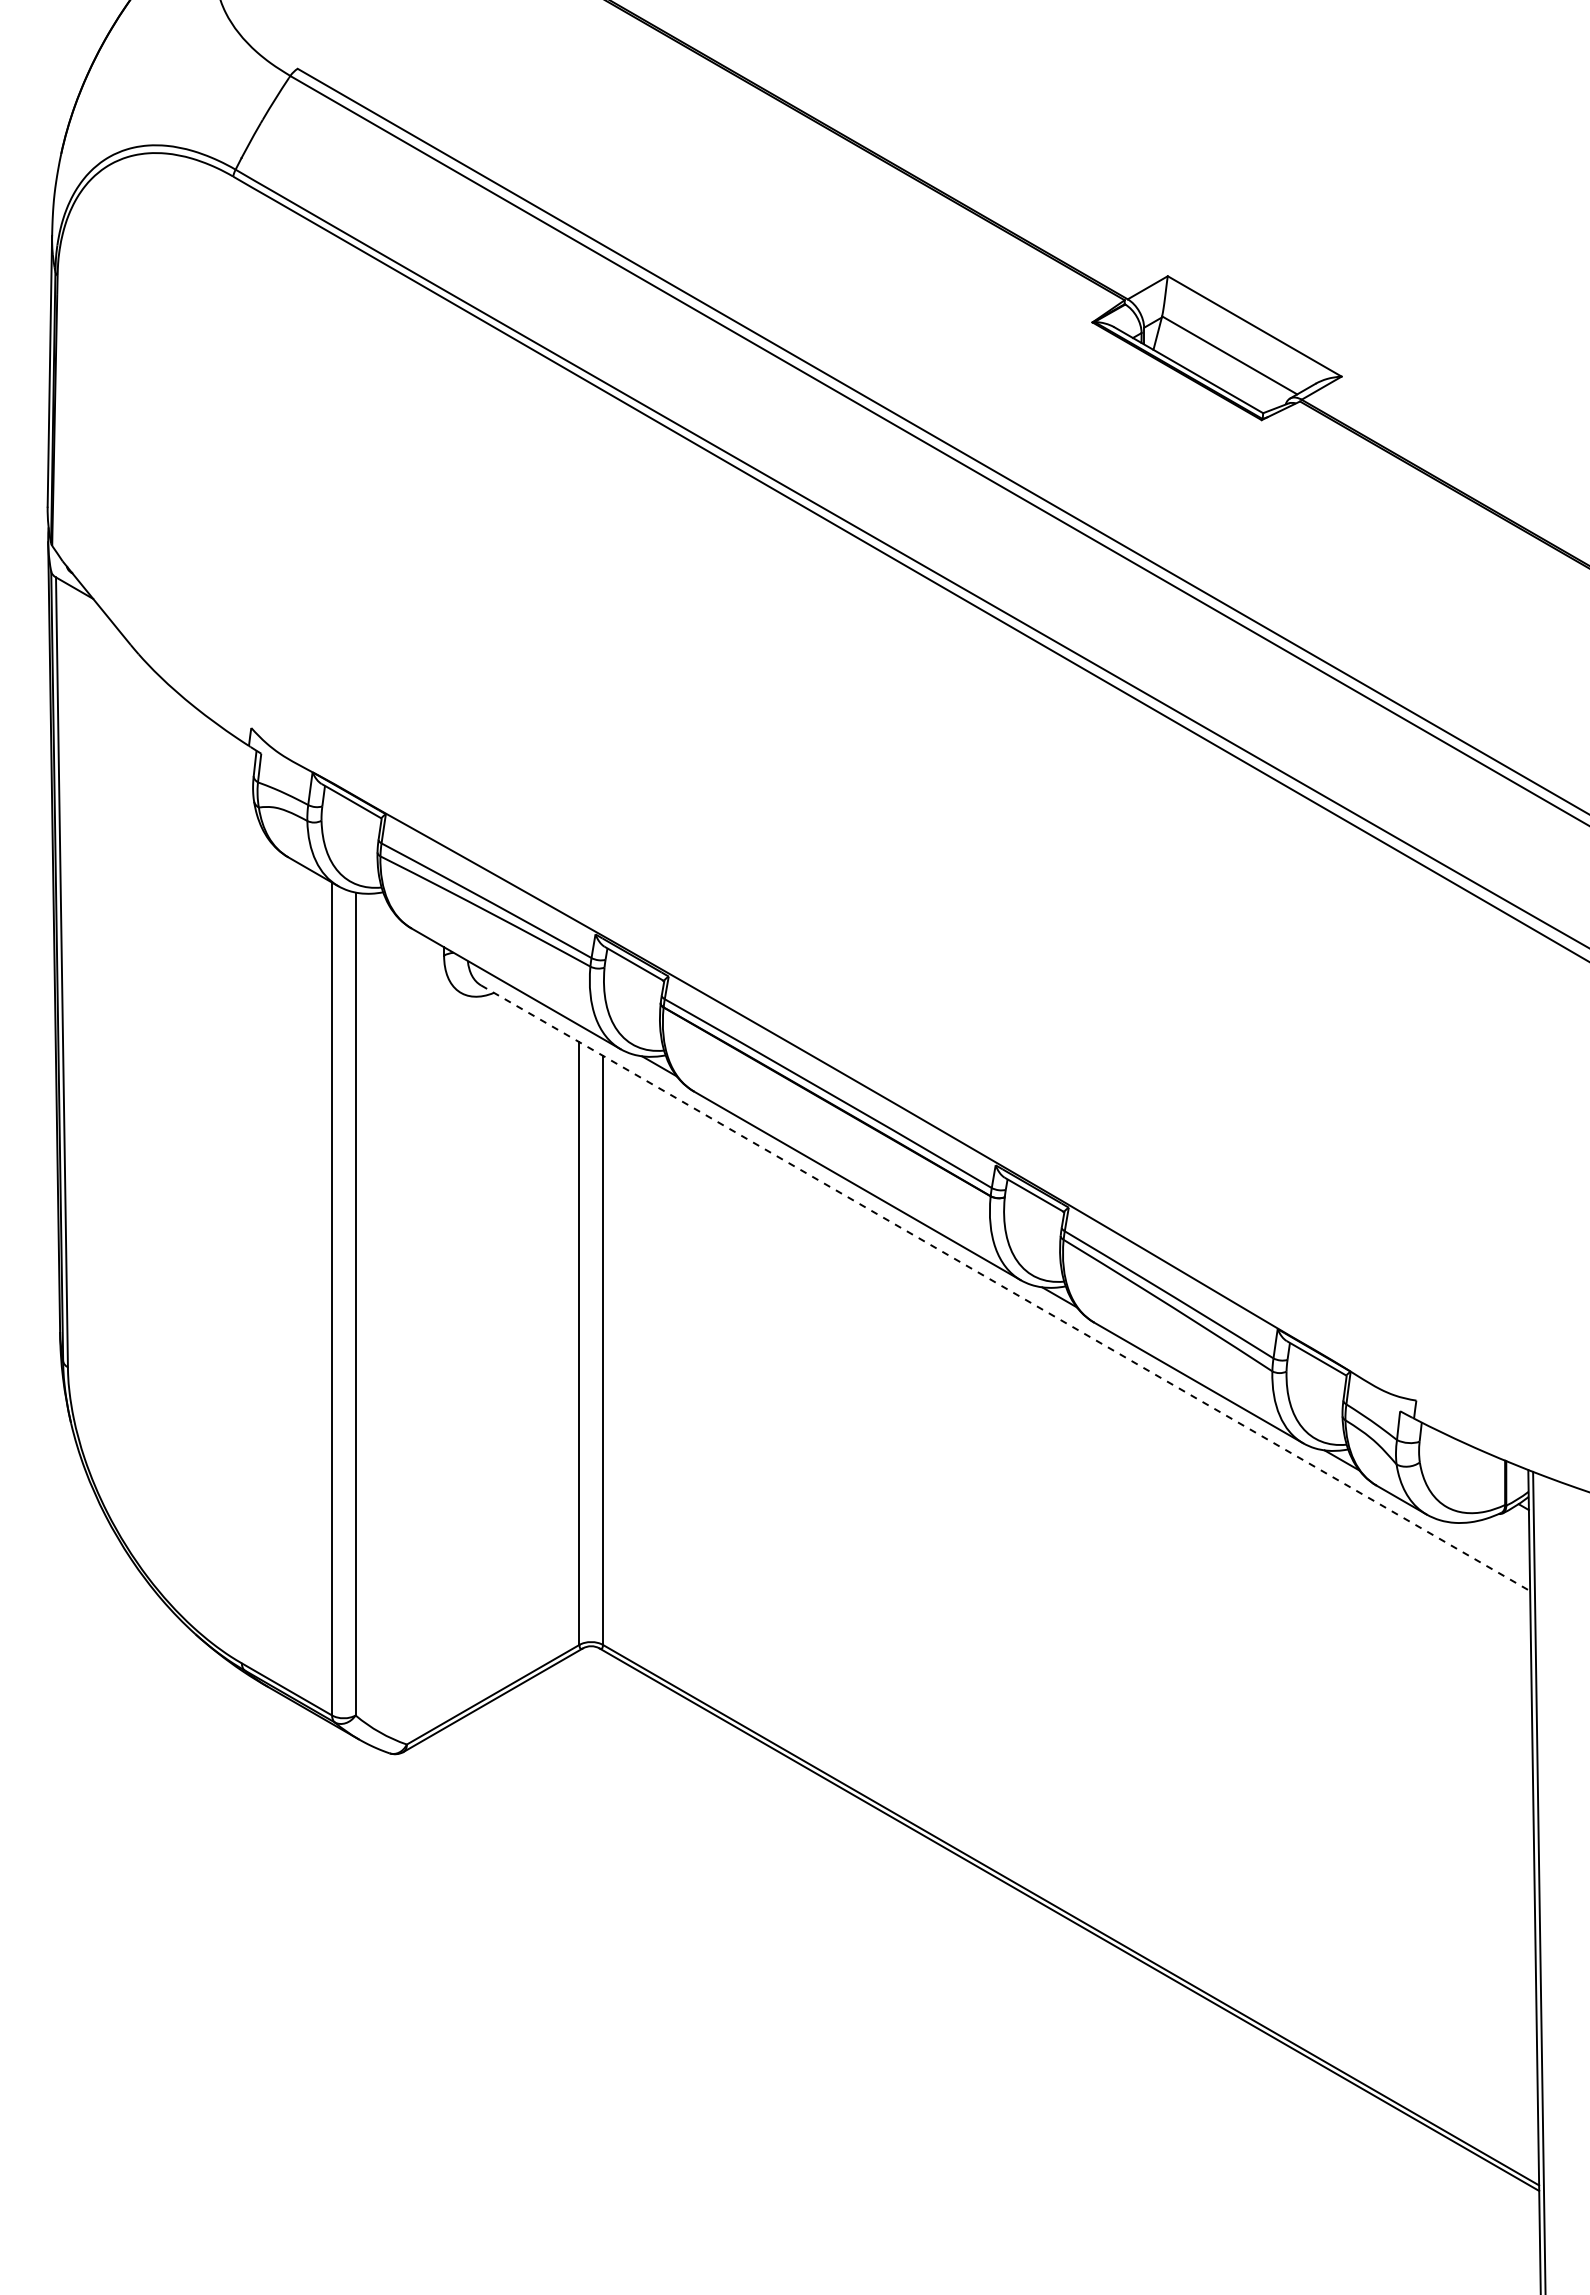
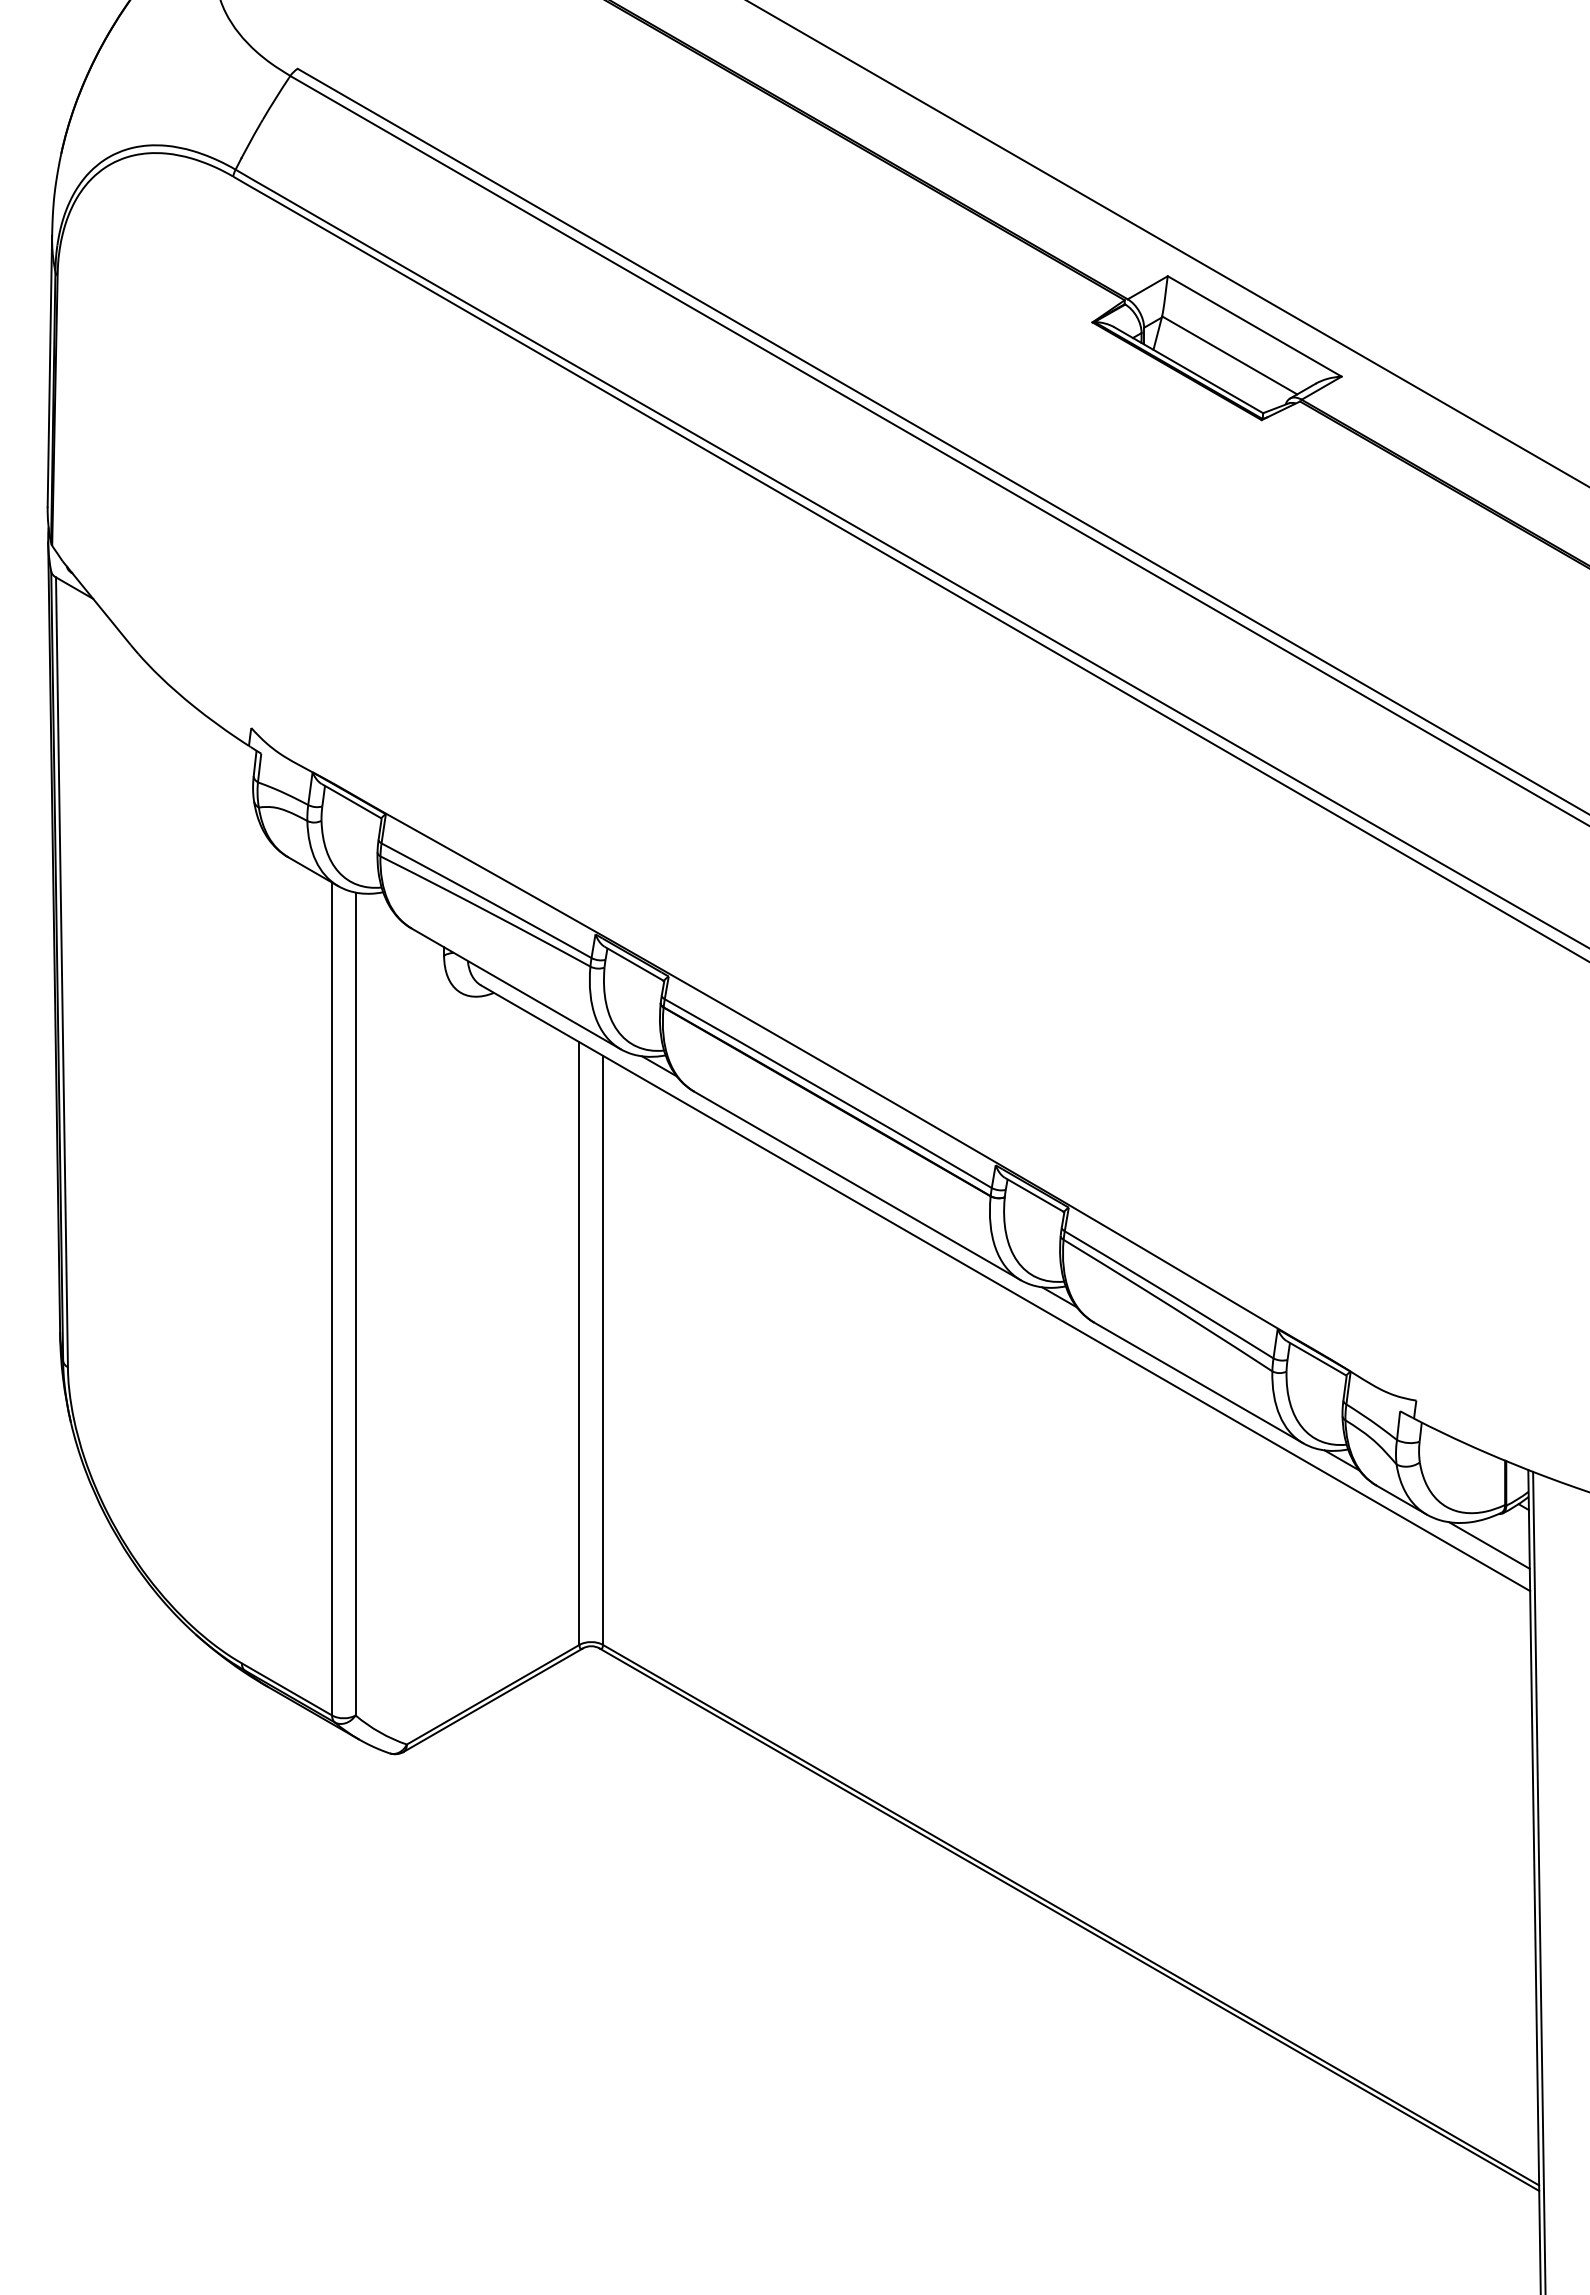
line at (1167, 243): none -> present
line at (1005, 1288): dashed -> solid
line at (1489, 1545): none -> present
